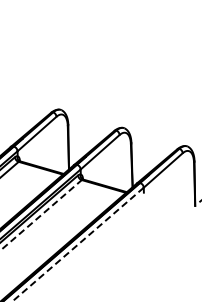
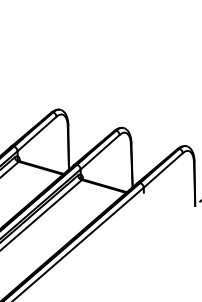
line at (41, 215): dashed -> solid
line at (78, 244): dashed -> solid
